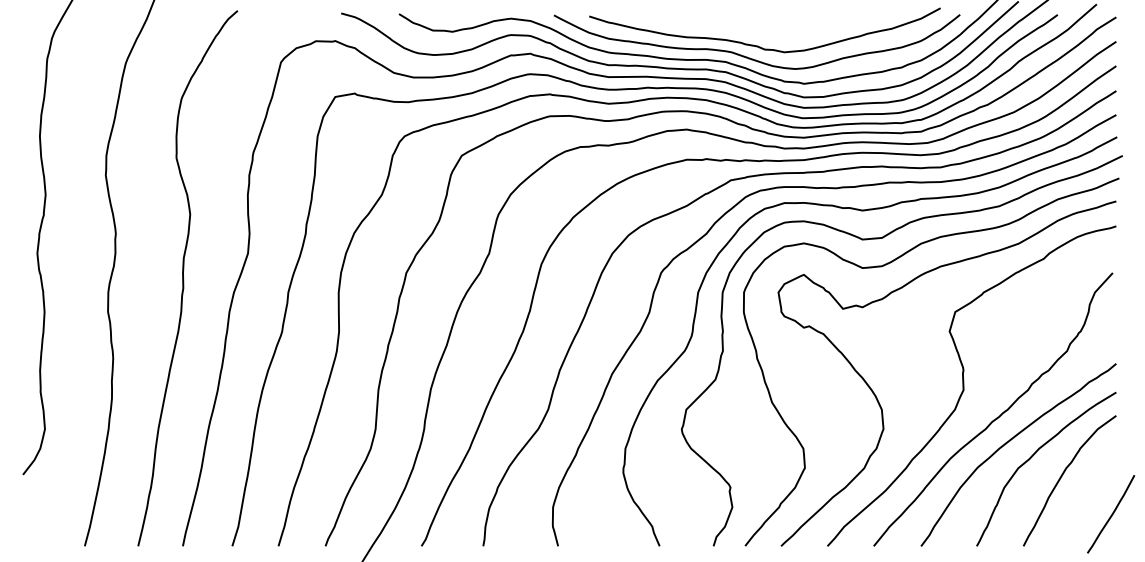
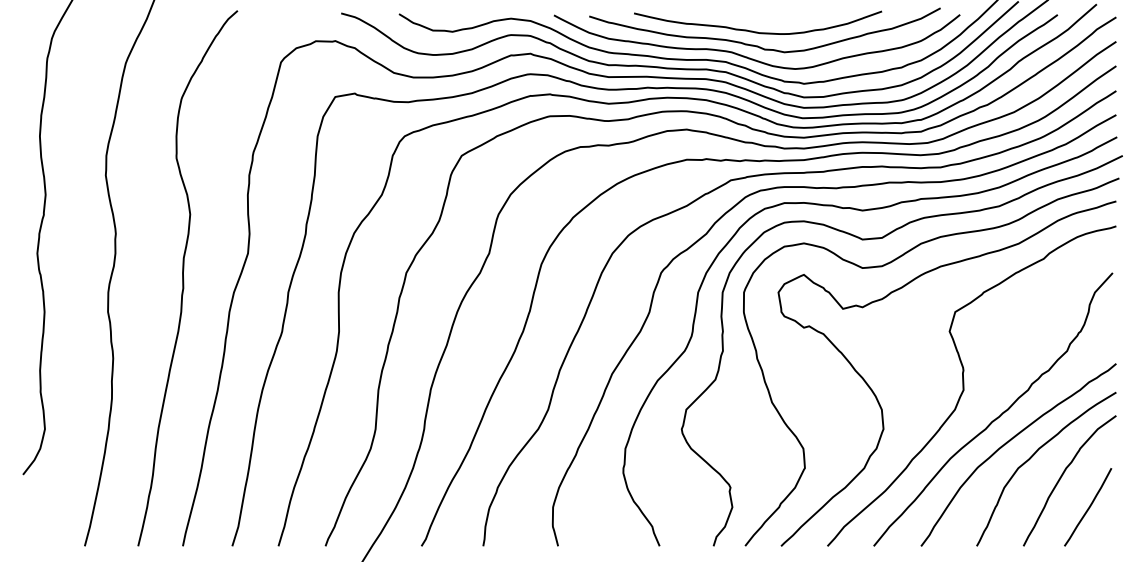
curve at (757, 31): none -> present
curve at (1111, 514) position: (1111, 514) -> (1088, 507)
